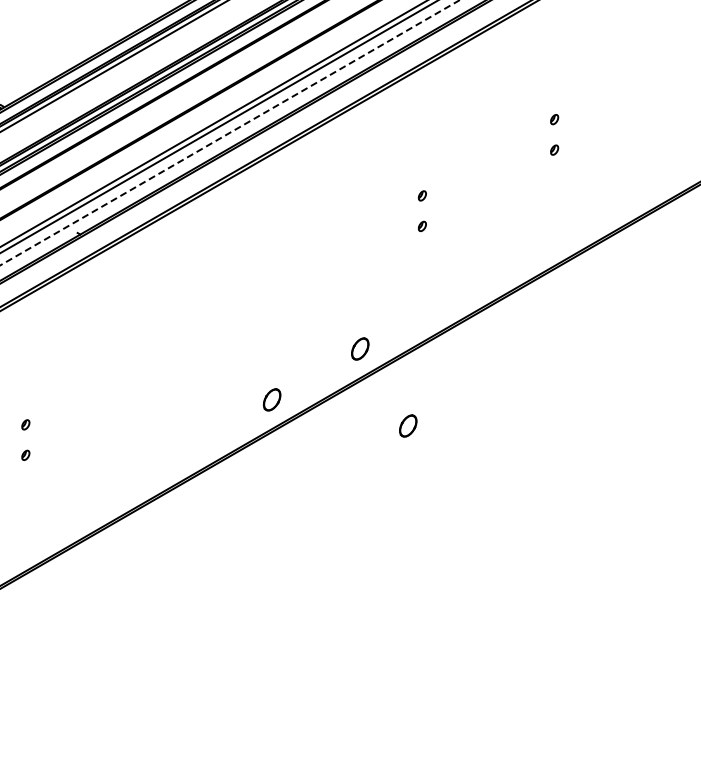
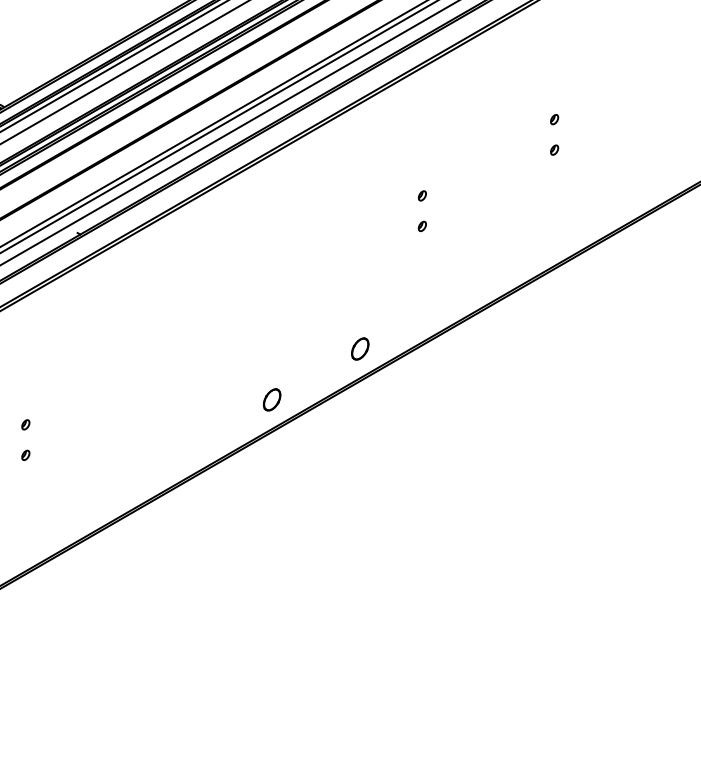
line at (124, 72): none -> present
line at (230, 132): dashed -> solid
part at (408, 425): present -> none
